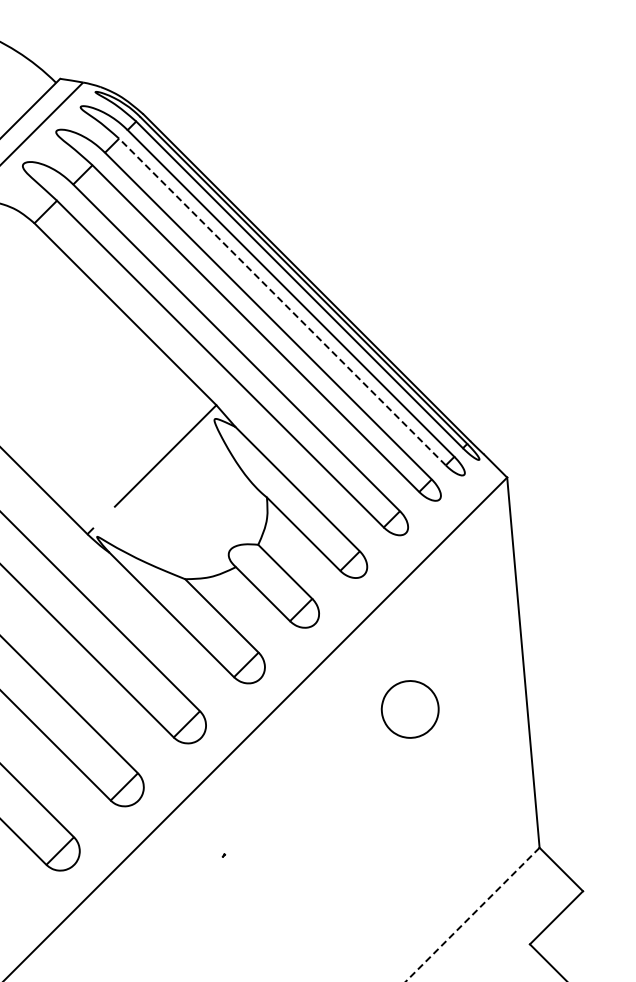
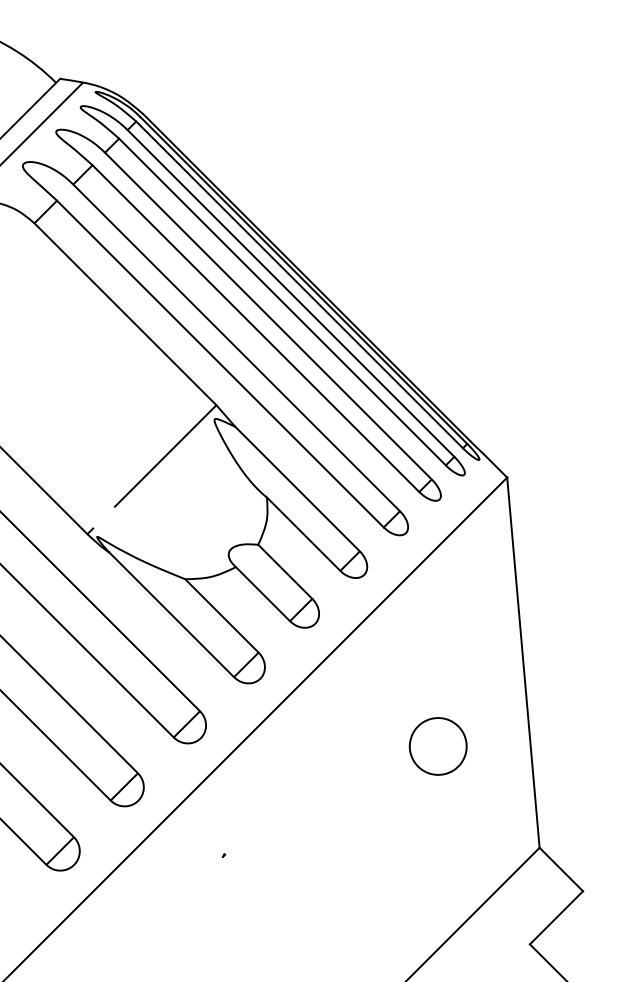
line at (282, 301): dashed -> solid
part at (409, 709) position: (409, 709) -> (437, 746)
line at (472, 914): dashed -> solid
